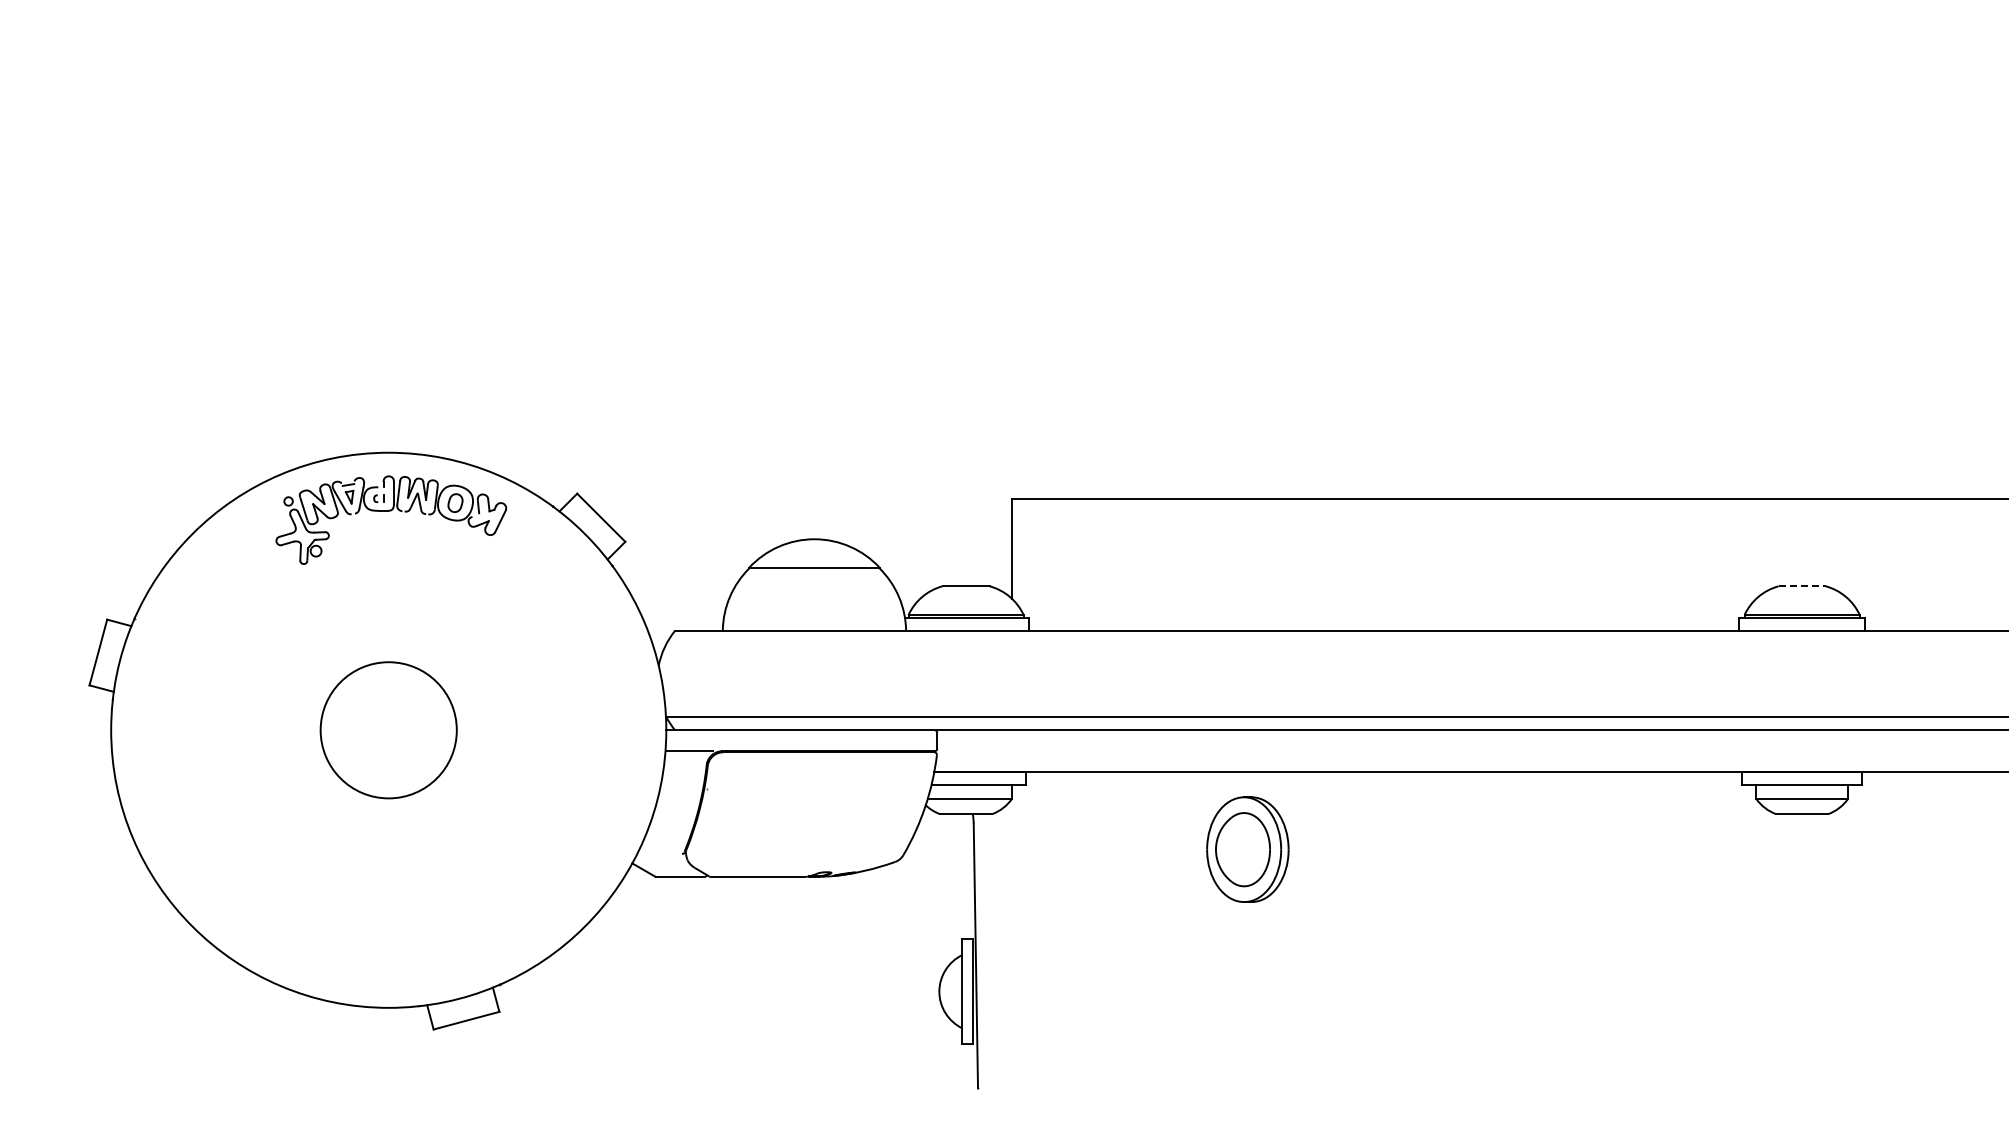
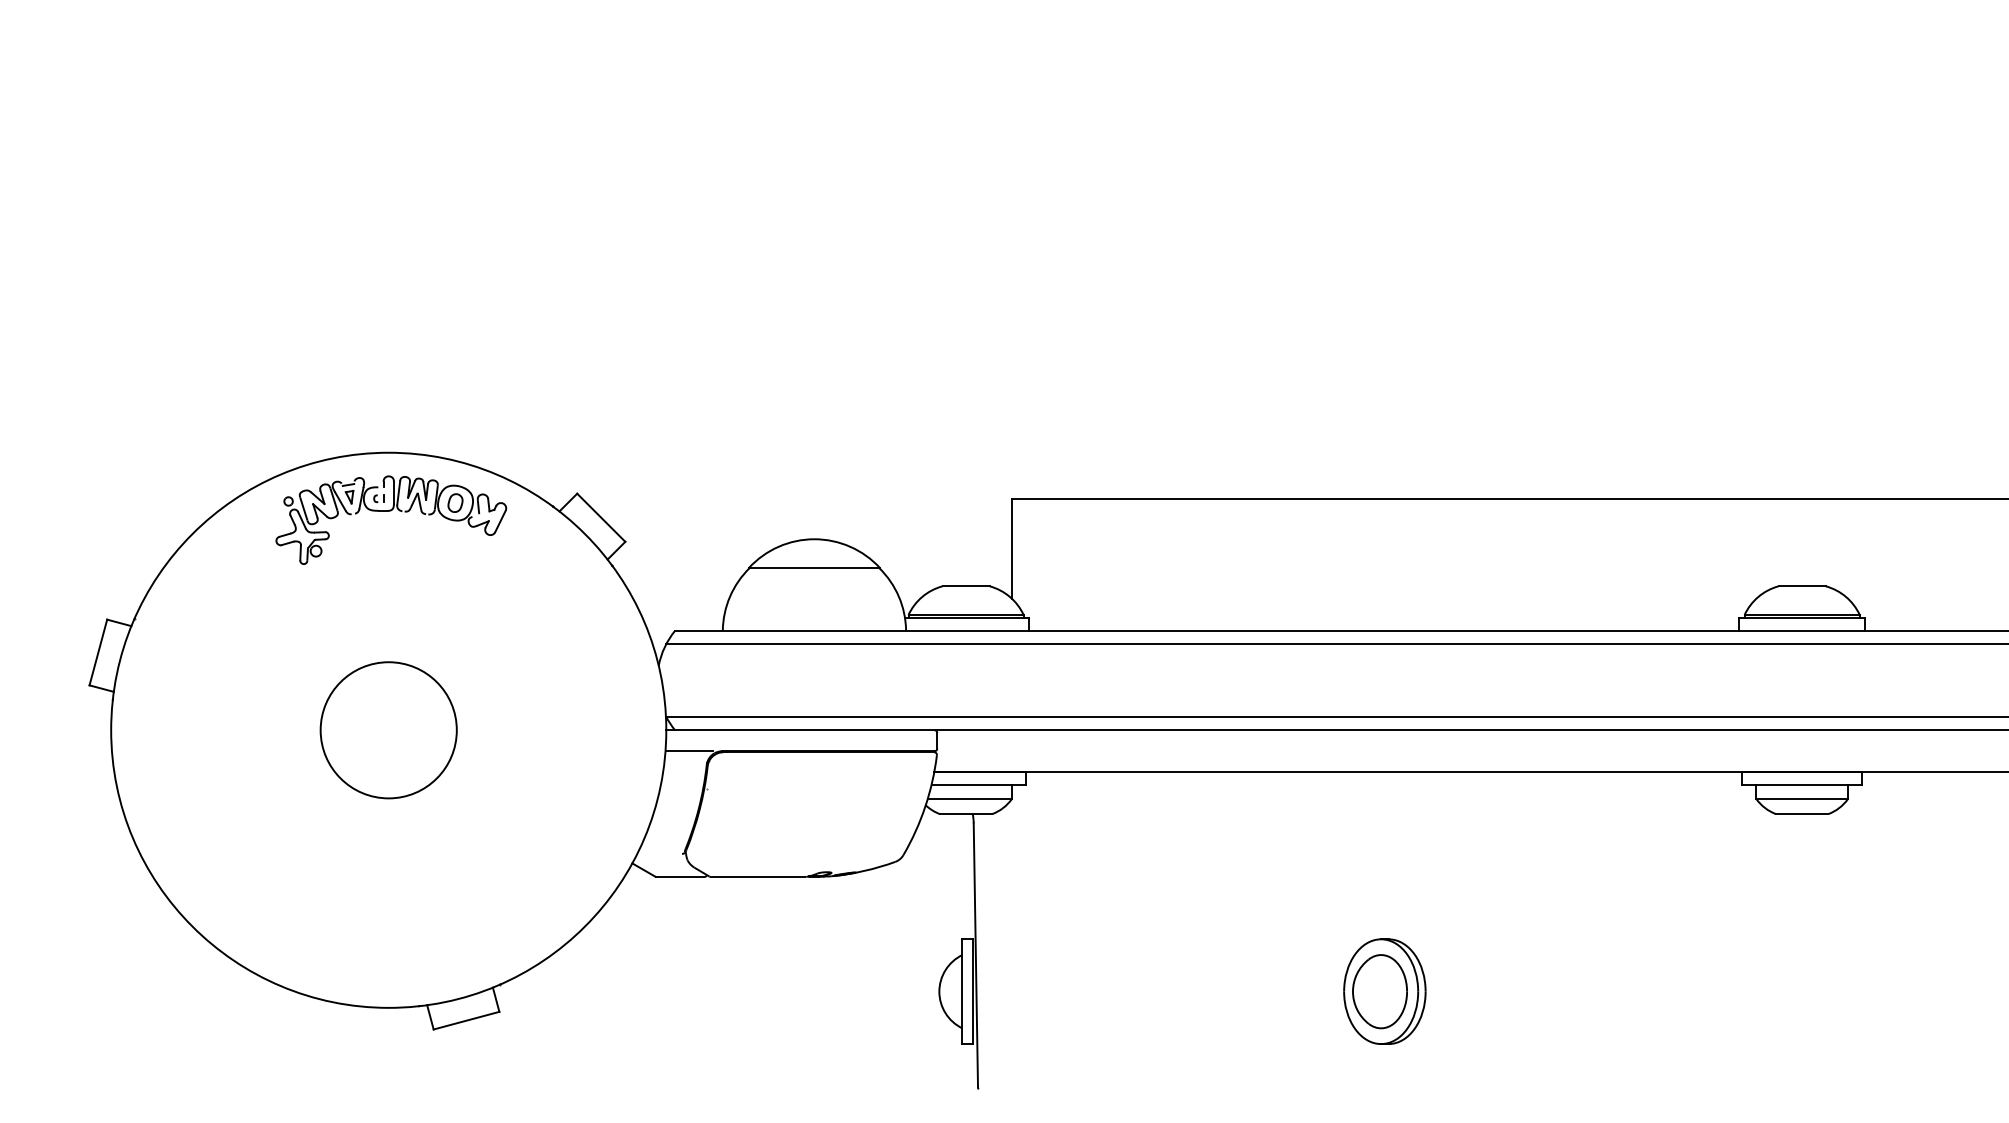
line at (1802, 586): dashed -> solid
line at (1335, 643): none -> present
part at (1247, 849) position: (1247, 849) -> (1384, 991)
